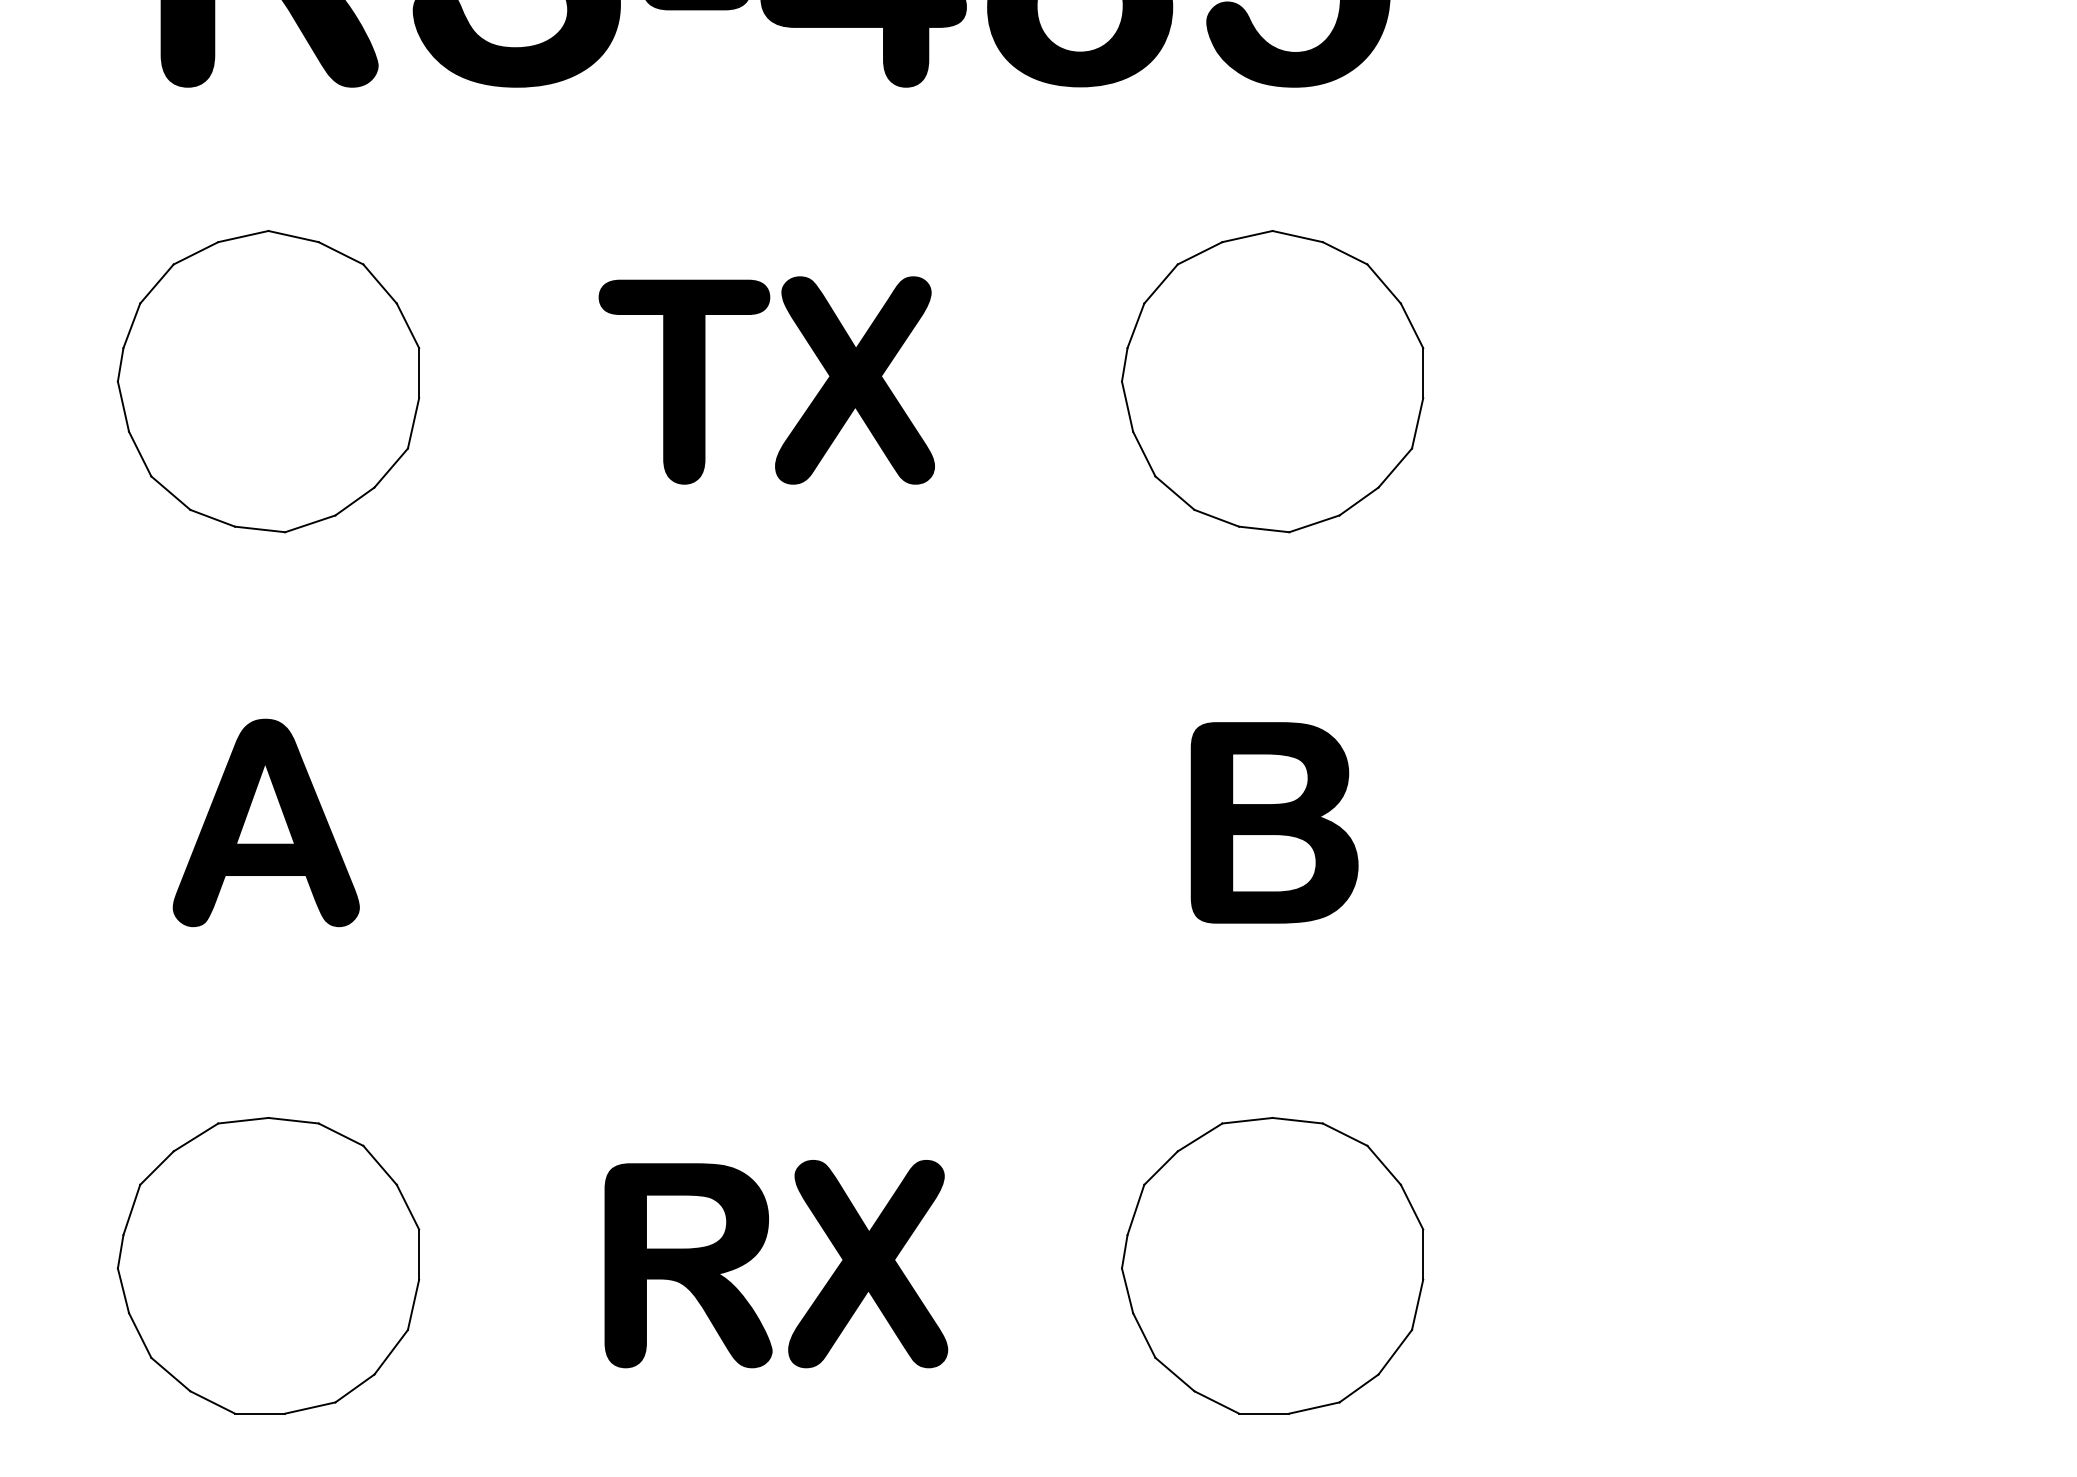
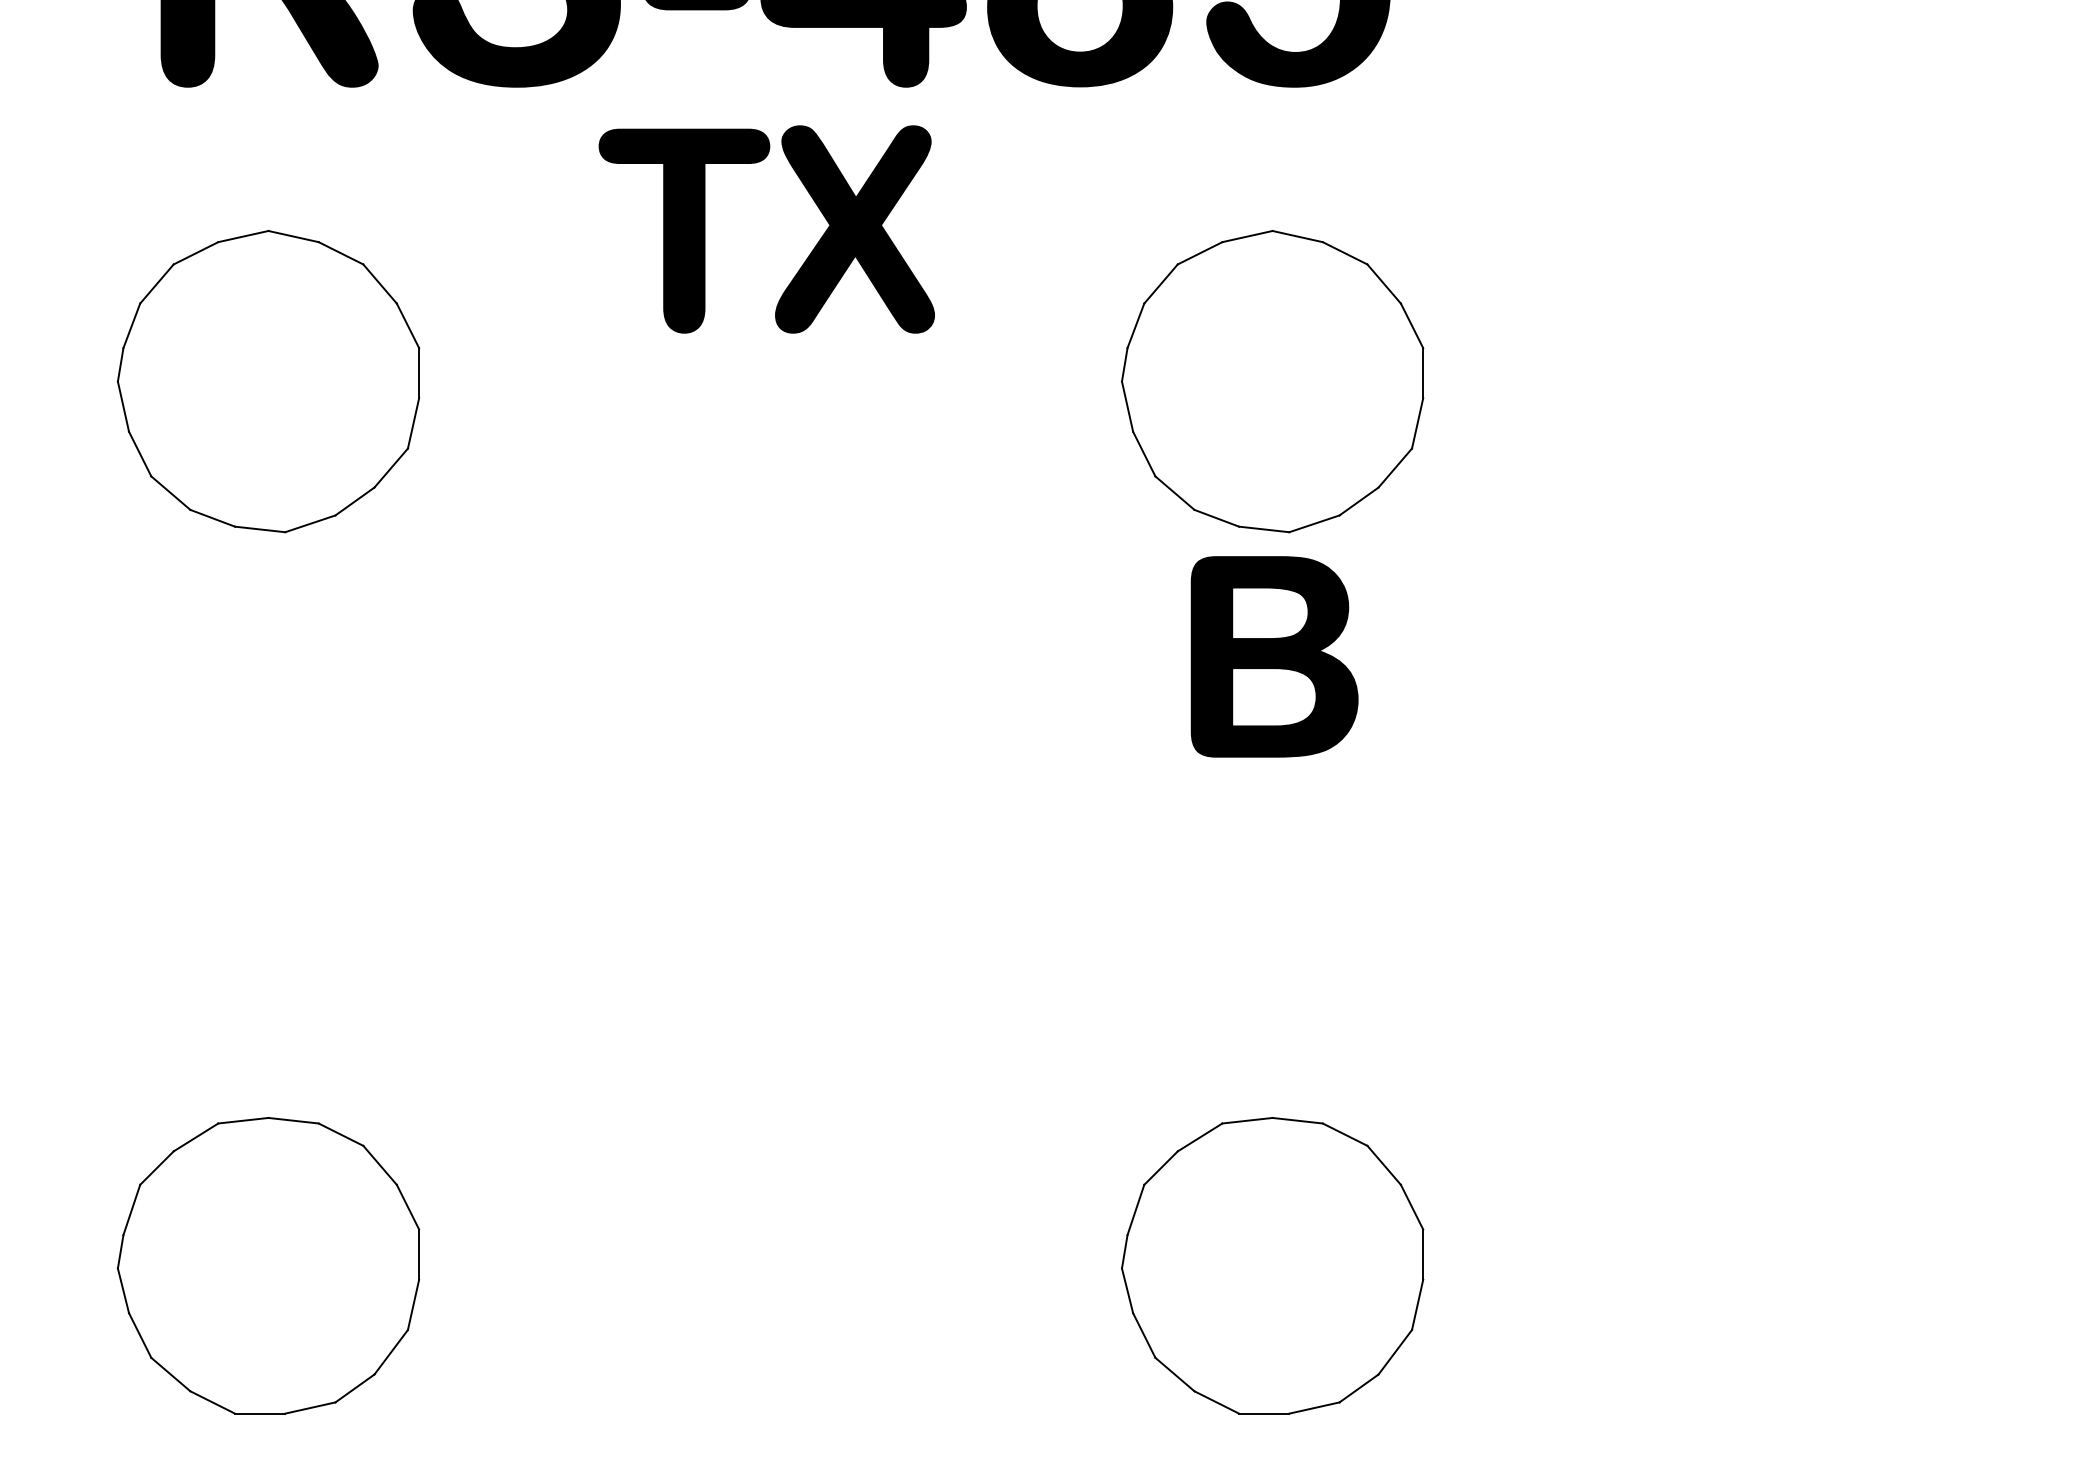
part at (808, 406) position: (808, 406) -> (808, 255)
part at (265, 822): present -> none
part at (1274, 822) position: (1274, 822) -> (1274, 656)
part at (760, 1250): present -> none
